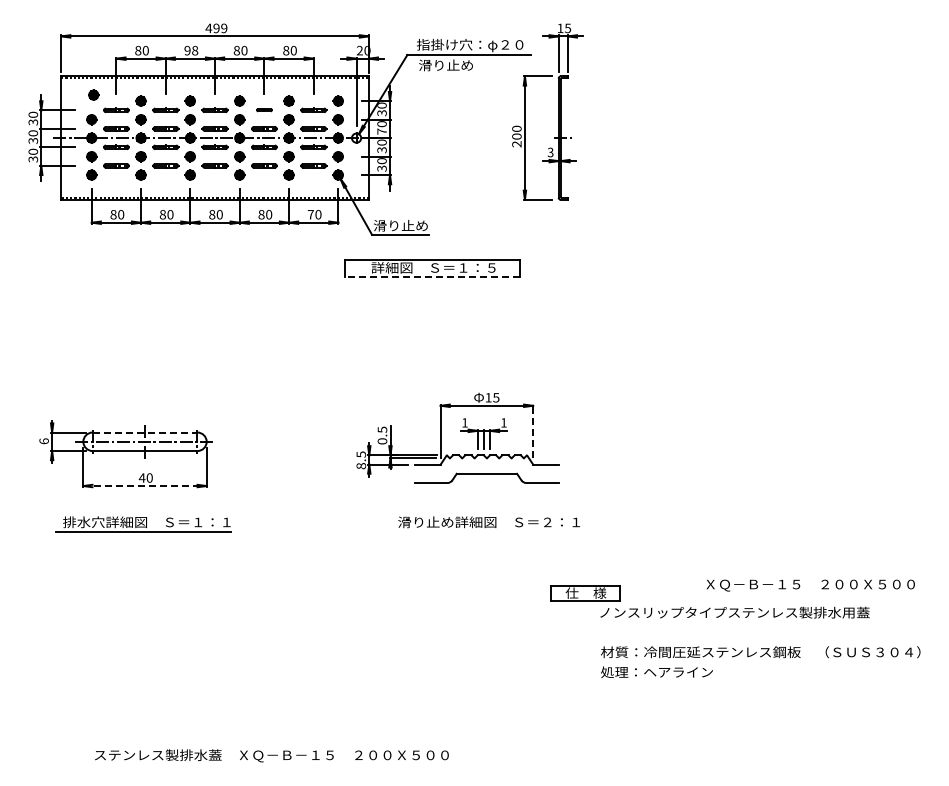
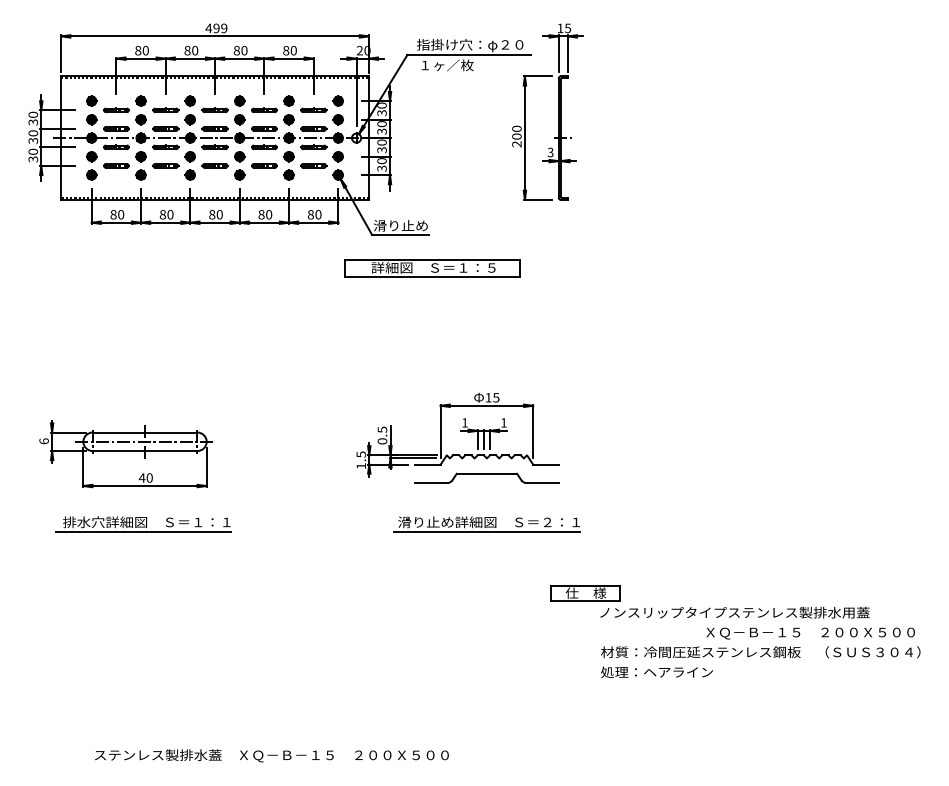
text at (191, 50): 98 -> 80
text at (446, 65): 滑り止め -> １ヶ／枚
part at (93, 94) position: (93, 94) -> (91, 100)
part at (264, 110) size: 17x5 px -> 27x6 px
text at (381, 131): 70 -> 30
text at (310, 214): 70 -> 80
line at (432, 277): dashed -> solid
line at (533, 431): dashed -> solid
line at (145, 432): dashed -> solid
text at (361, 466): 8.5 -> 1.5
line at (145, 486): dashed -> solid
line at (486, 532): none -> present
text at (810, 585) position: (810, 585) -> (810, 633)
